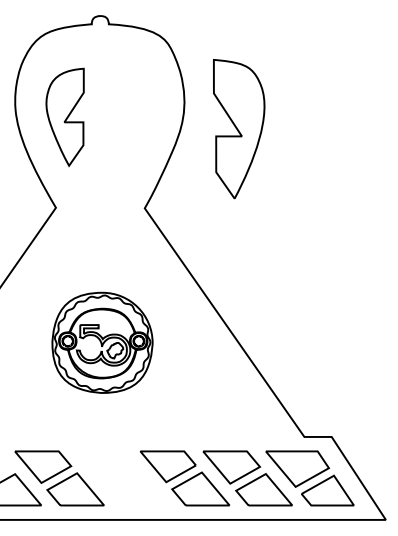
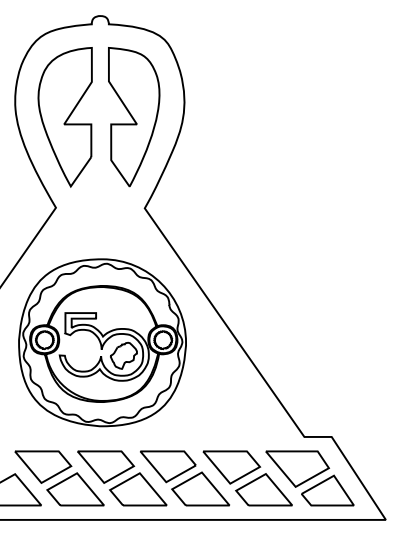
part at (64, 117) size: 40x101 px -> 56x141 px
part at (239, 129) position: (239, 129) -> (134, 117)
part at (102, 342) size: 103x103 px -> 169x170 px
part at (122, 478): none -> present
